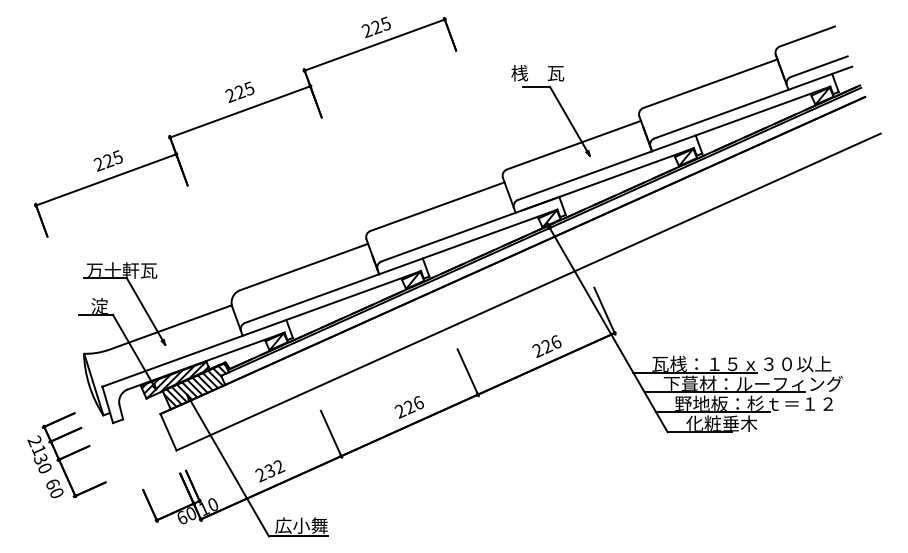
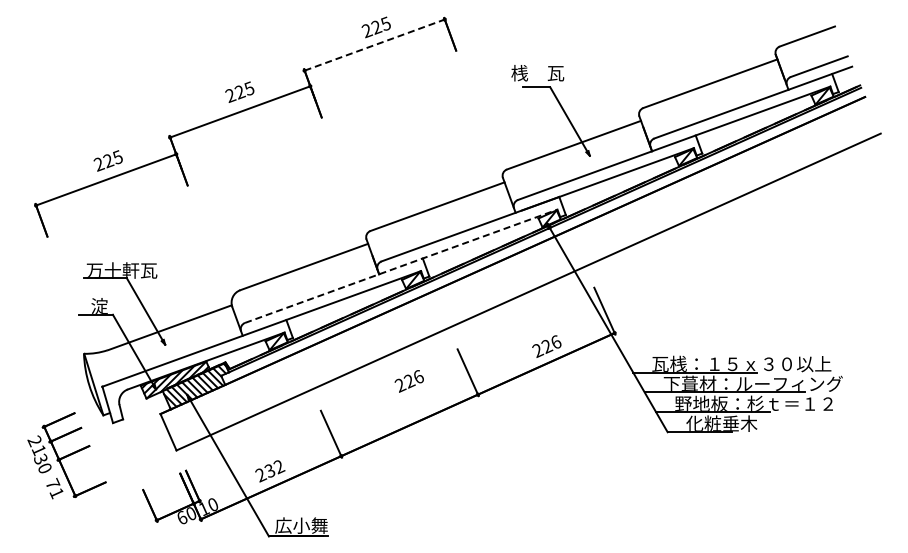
line at (374, 45): solid -> dashed
line at (401, 266): solid -> dashed
text at (408, 407) position: (408, 407) -> (408, 381)
text at (54, 488): 60 -> 71
